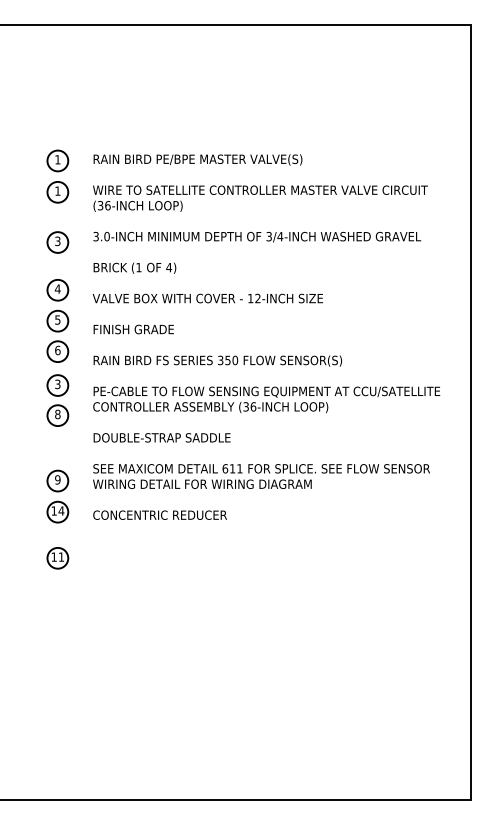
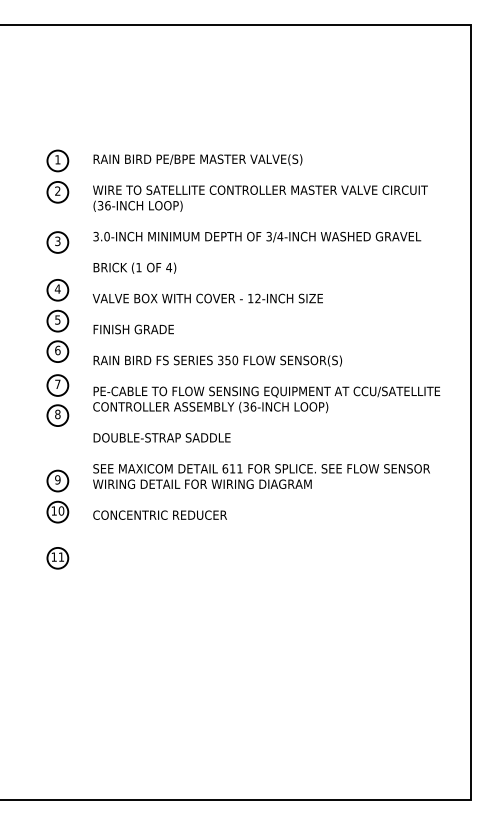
text at (57, 190): 1 -> 2
text at (57, 384): 3 -> 7
text at (61, 510): 14 -> 10
